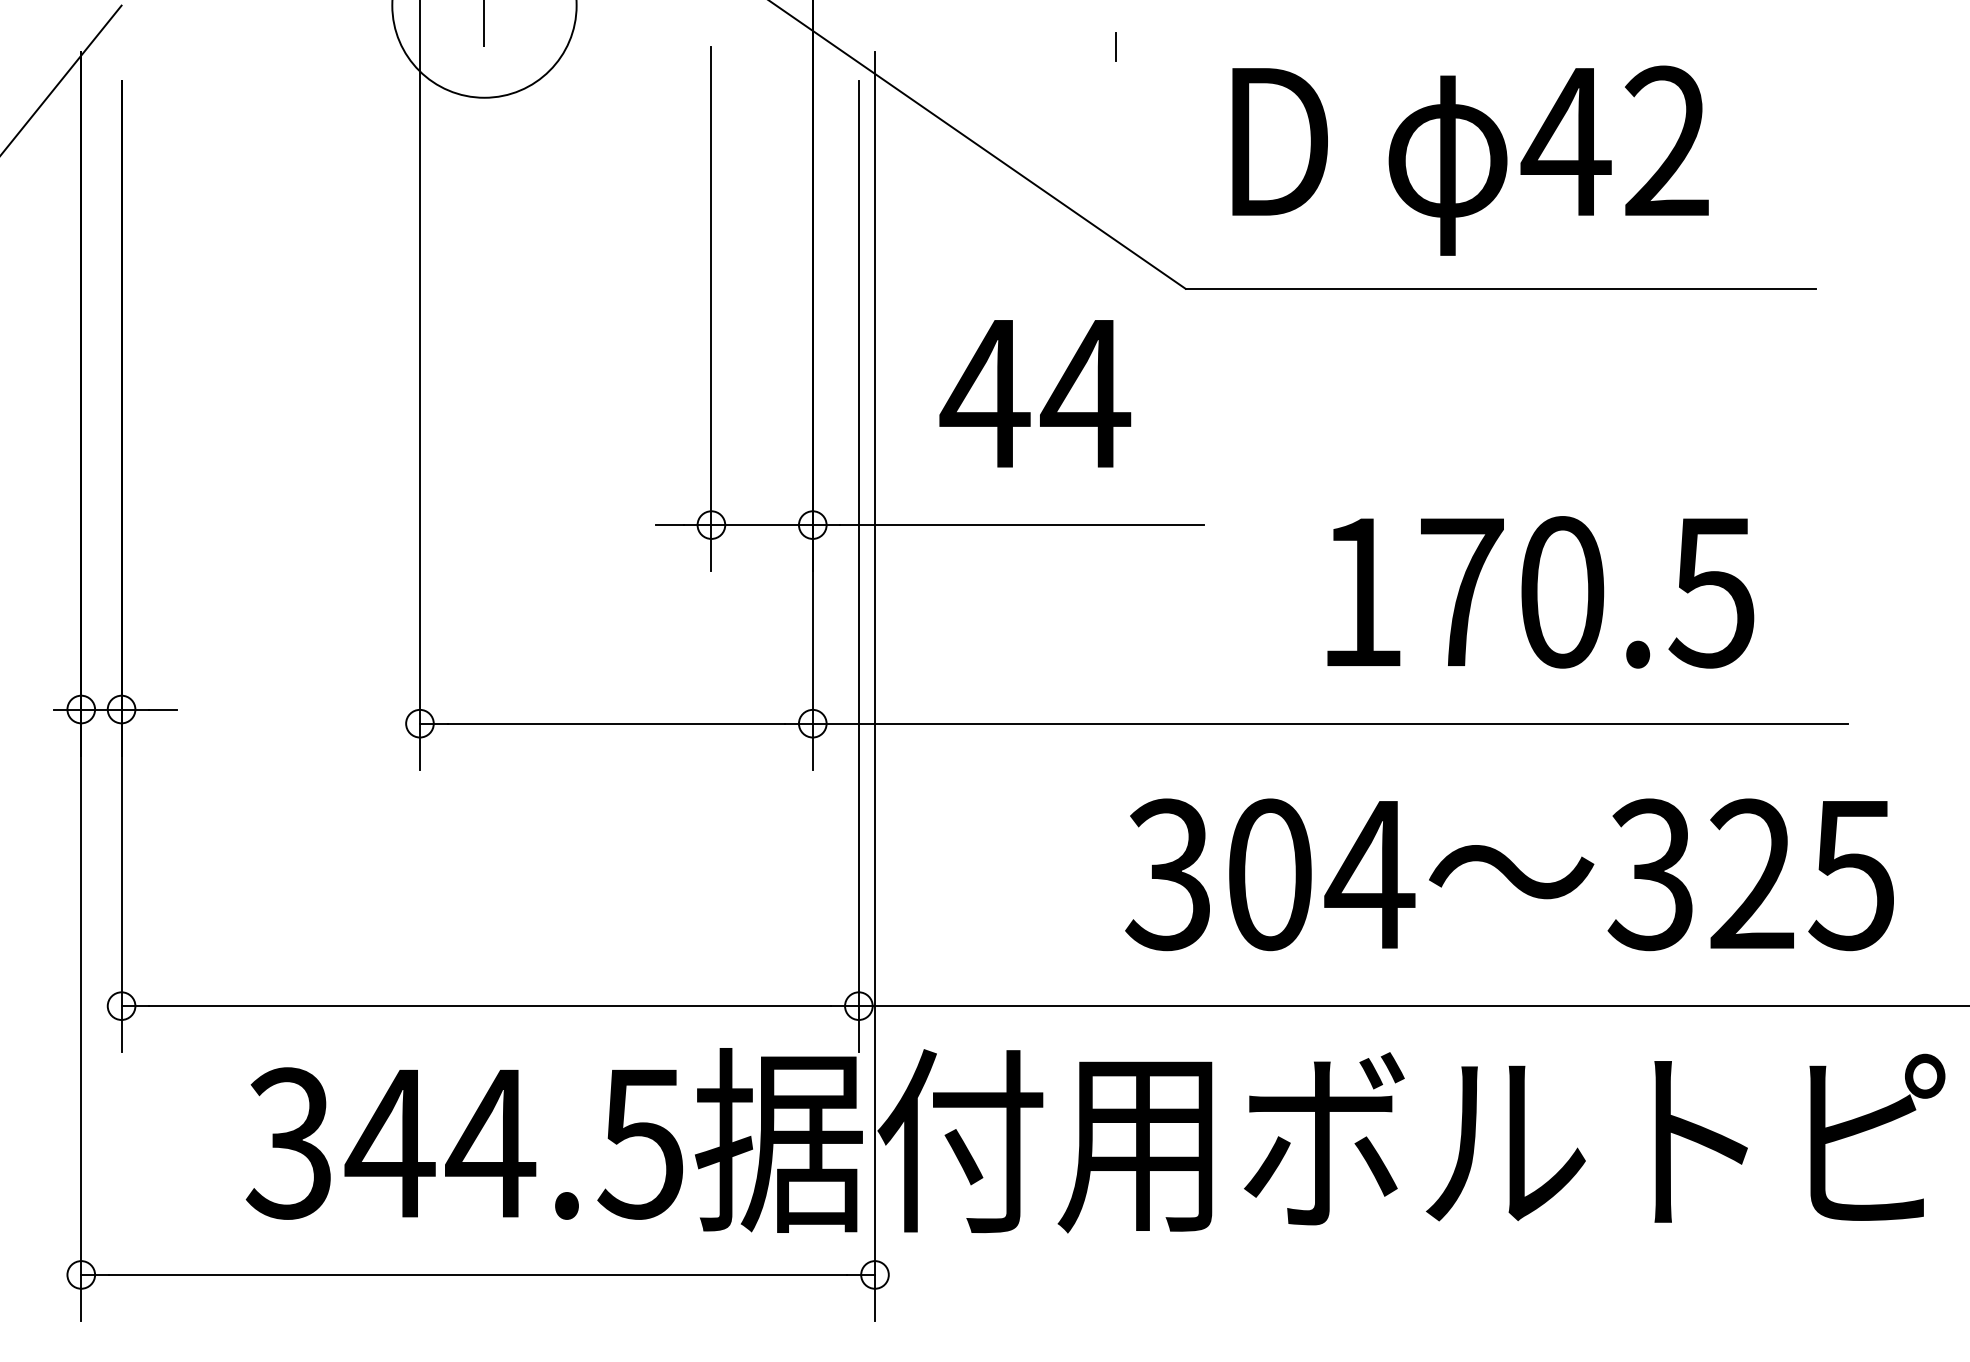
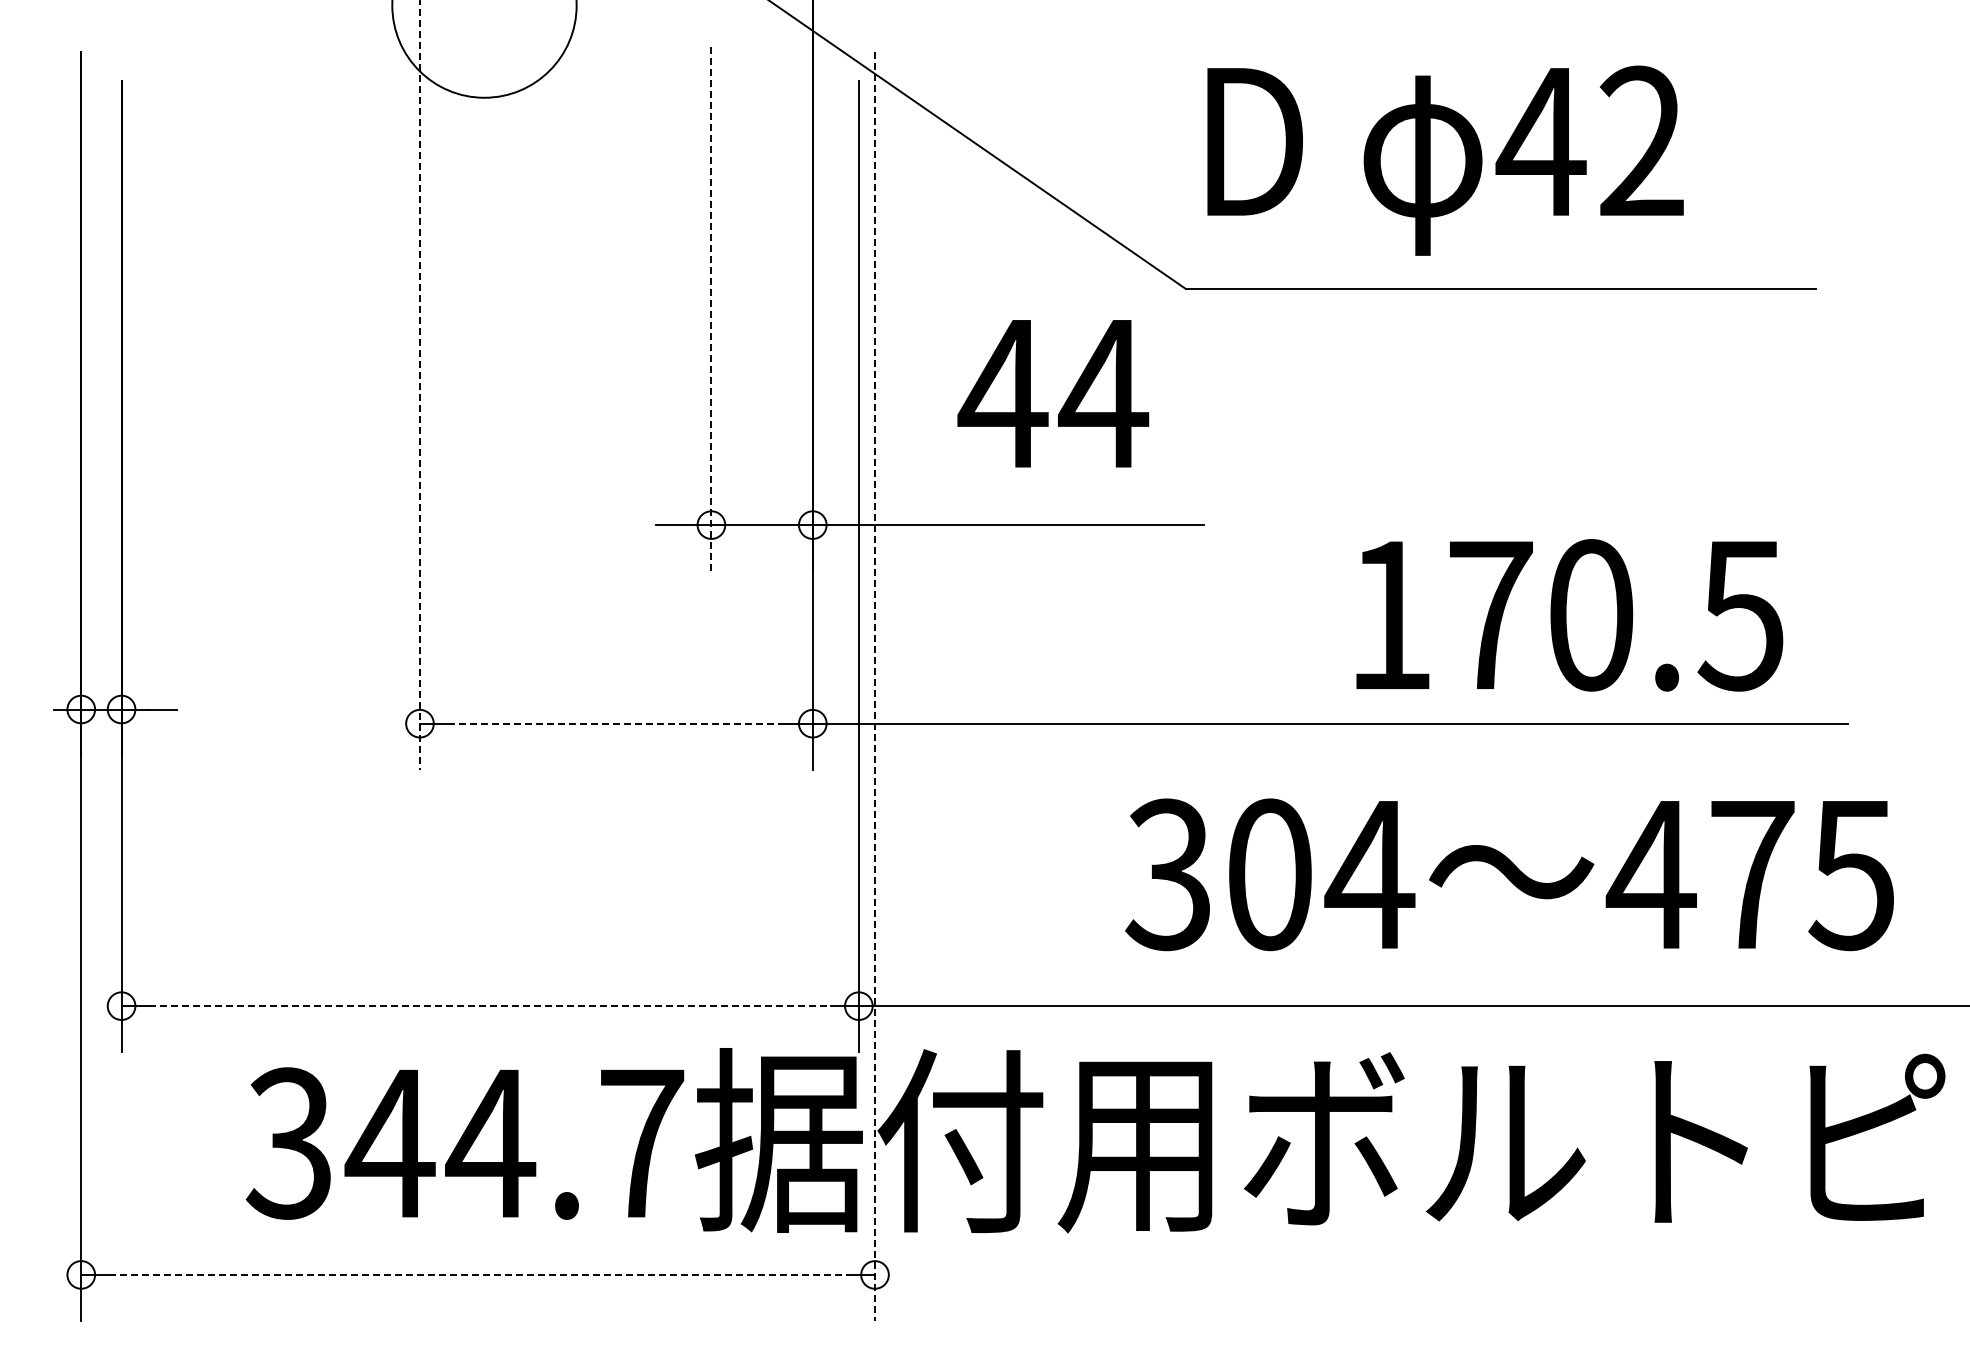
line at (484, 24): present -> none
line at (1115, 46): present -> none
line at (61, 79): present -> none
text at (1470, 160) position: (1470, 160) -> (1445, 160)
line at (711, 309): solid -> dashed
line at (419, 385): solid -> dashed
text at (1035, 393) position: (1035, 393) -> (1053, 393)
text at (1540, 592) position: (1540, 592) -> (1569, 615)
line at (875, 686): solid -> dashed
line at (616, 723): solid -> dashed
text at (1699, 874): 325 -> 475
line at (490, 1006): solid -> dashed
text at (640, 1144): 344.5 -> 344.7
line at (478, 1274): solid -> dashed
